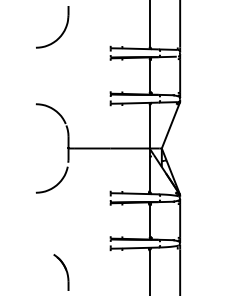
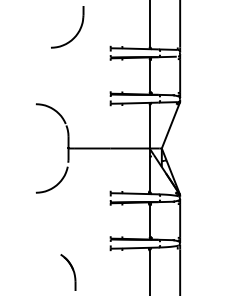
part at (61, 33) position: (61, 33) -> (76, 33)
part at (61, 272) position: (61, 272) -> (68, 272)
